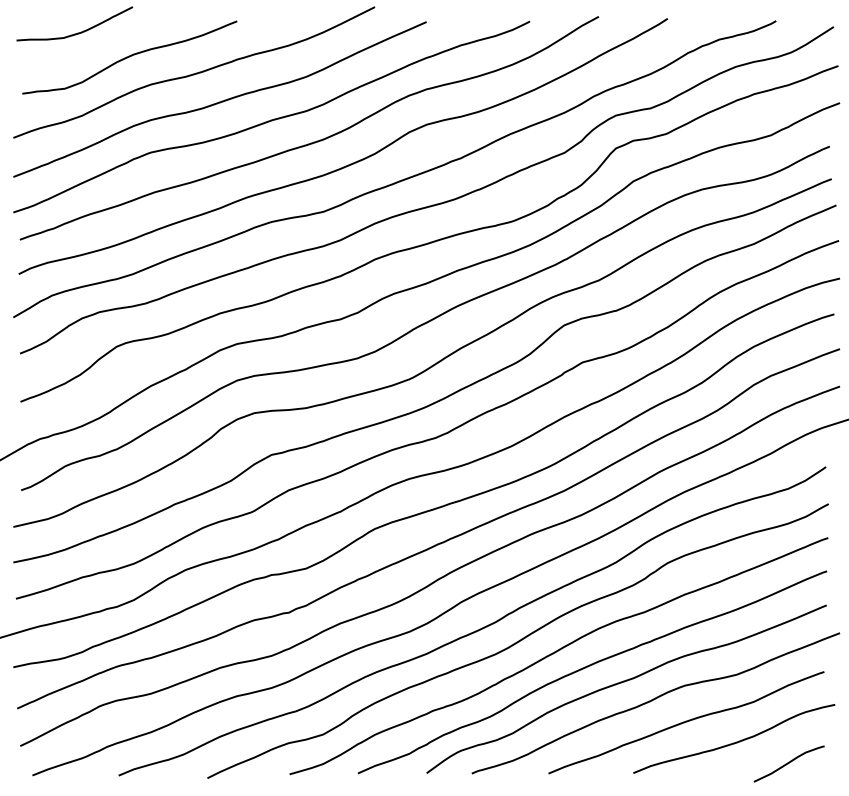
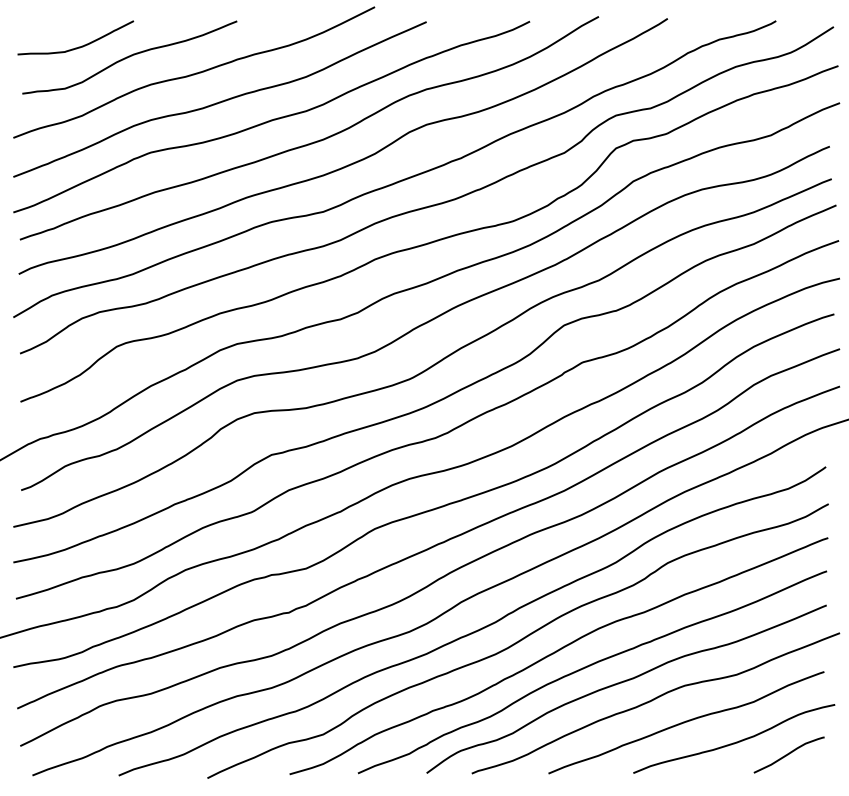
curve at (77, 32) position: (77, 32) -> (78, 46)
curve at (788, 763) position: (788, 763) -> (788, 754)
